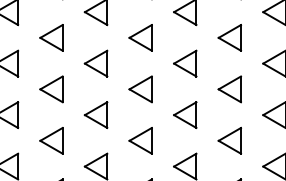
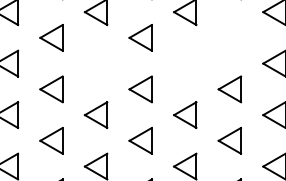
part at (229, 37): present -> none
part at (95, 63): present -> none
part at (185, 63): present -> none
